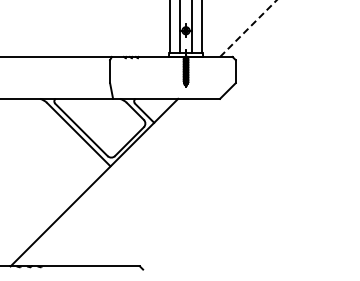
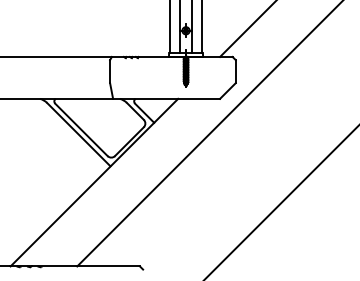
line at (248, 28): dashed -> solid
line at (209, 134): none -> present
line at (281, 202): none -> present
